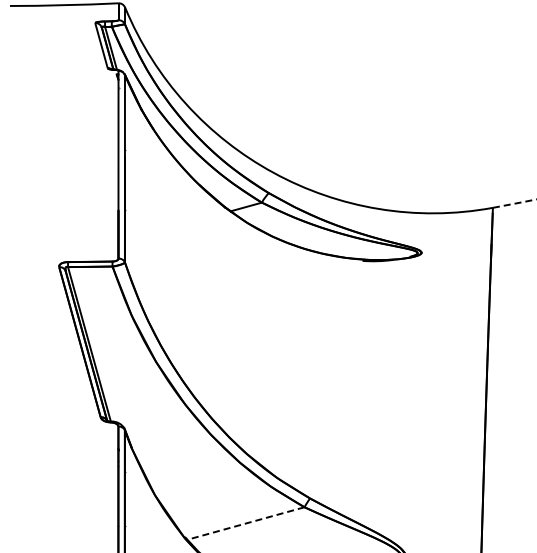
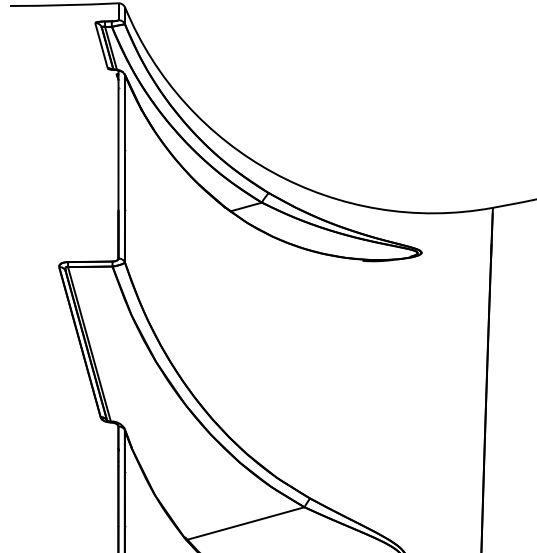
arc at (515, 203): dashed -> solid
line at (245, 523): dashed -> solid
